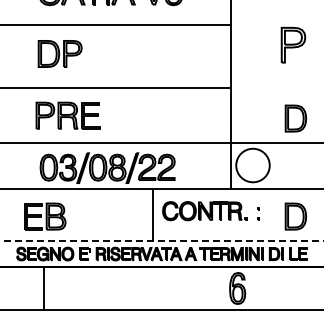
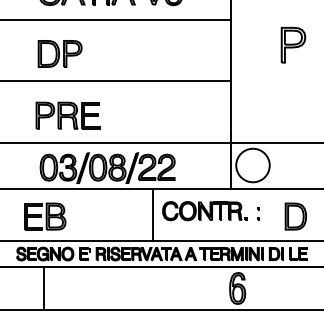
line at (116, 24) position: (116, 24) -> (116, 19)
line at (116, 88) position: (116, 88) -> (116, 81)
part at (295, 118): present -> none
line at (162, 240): dashed -> solid
